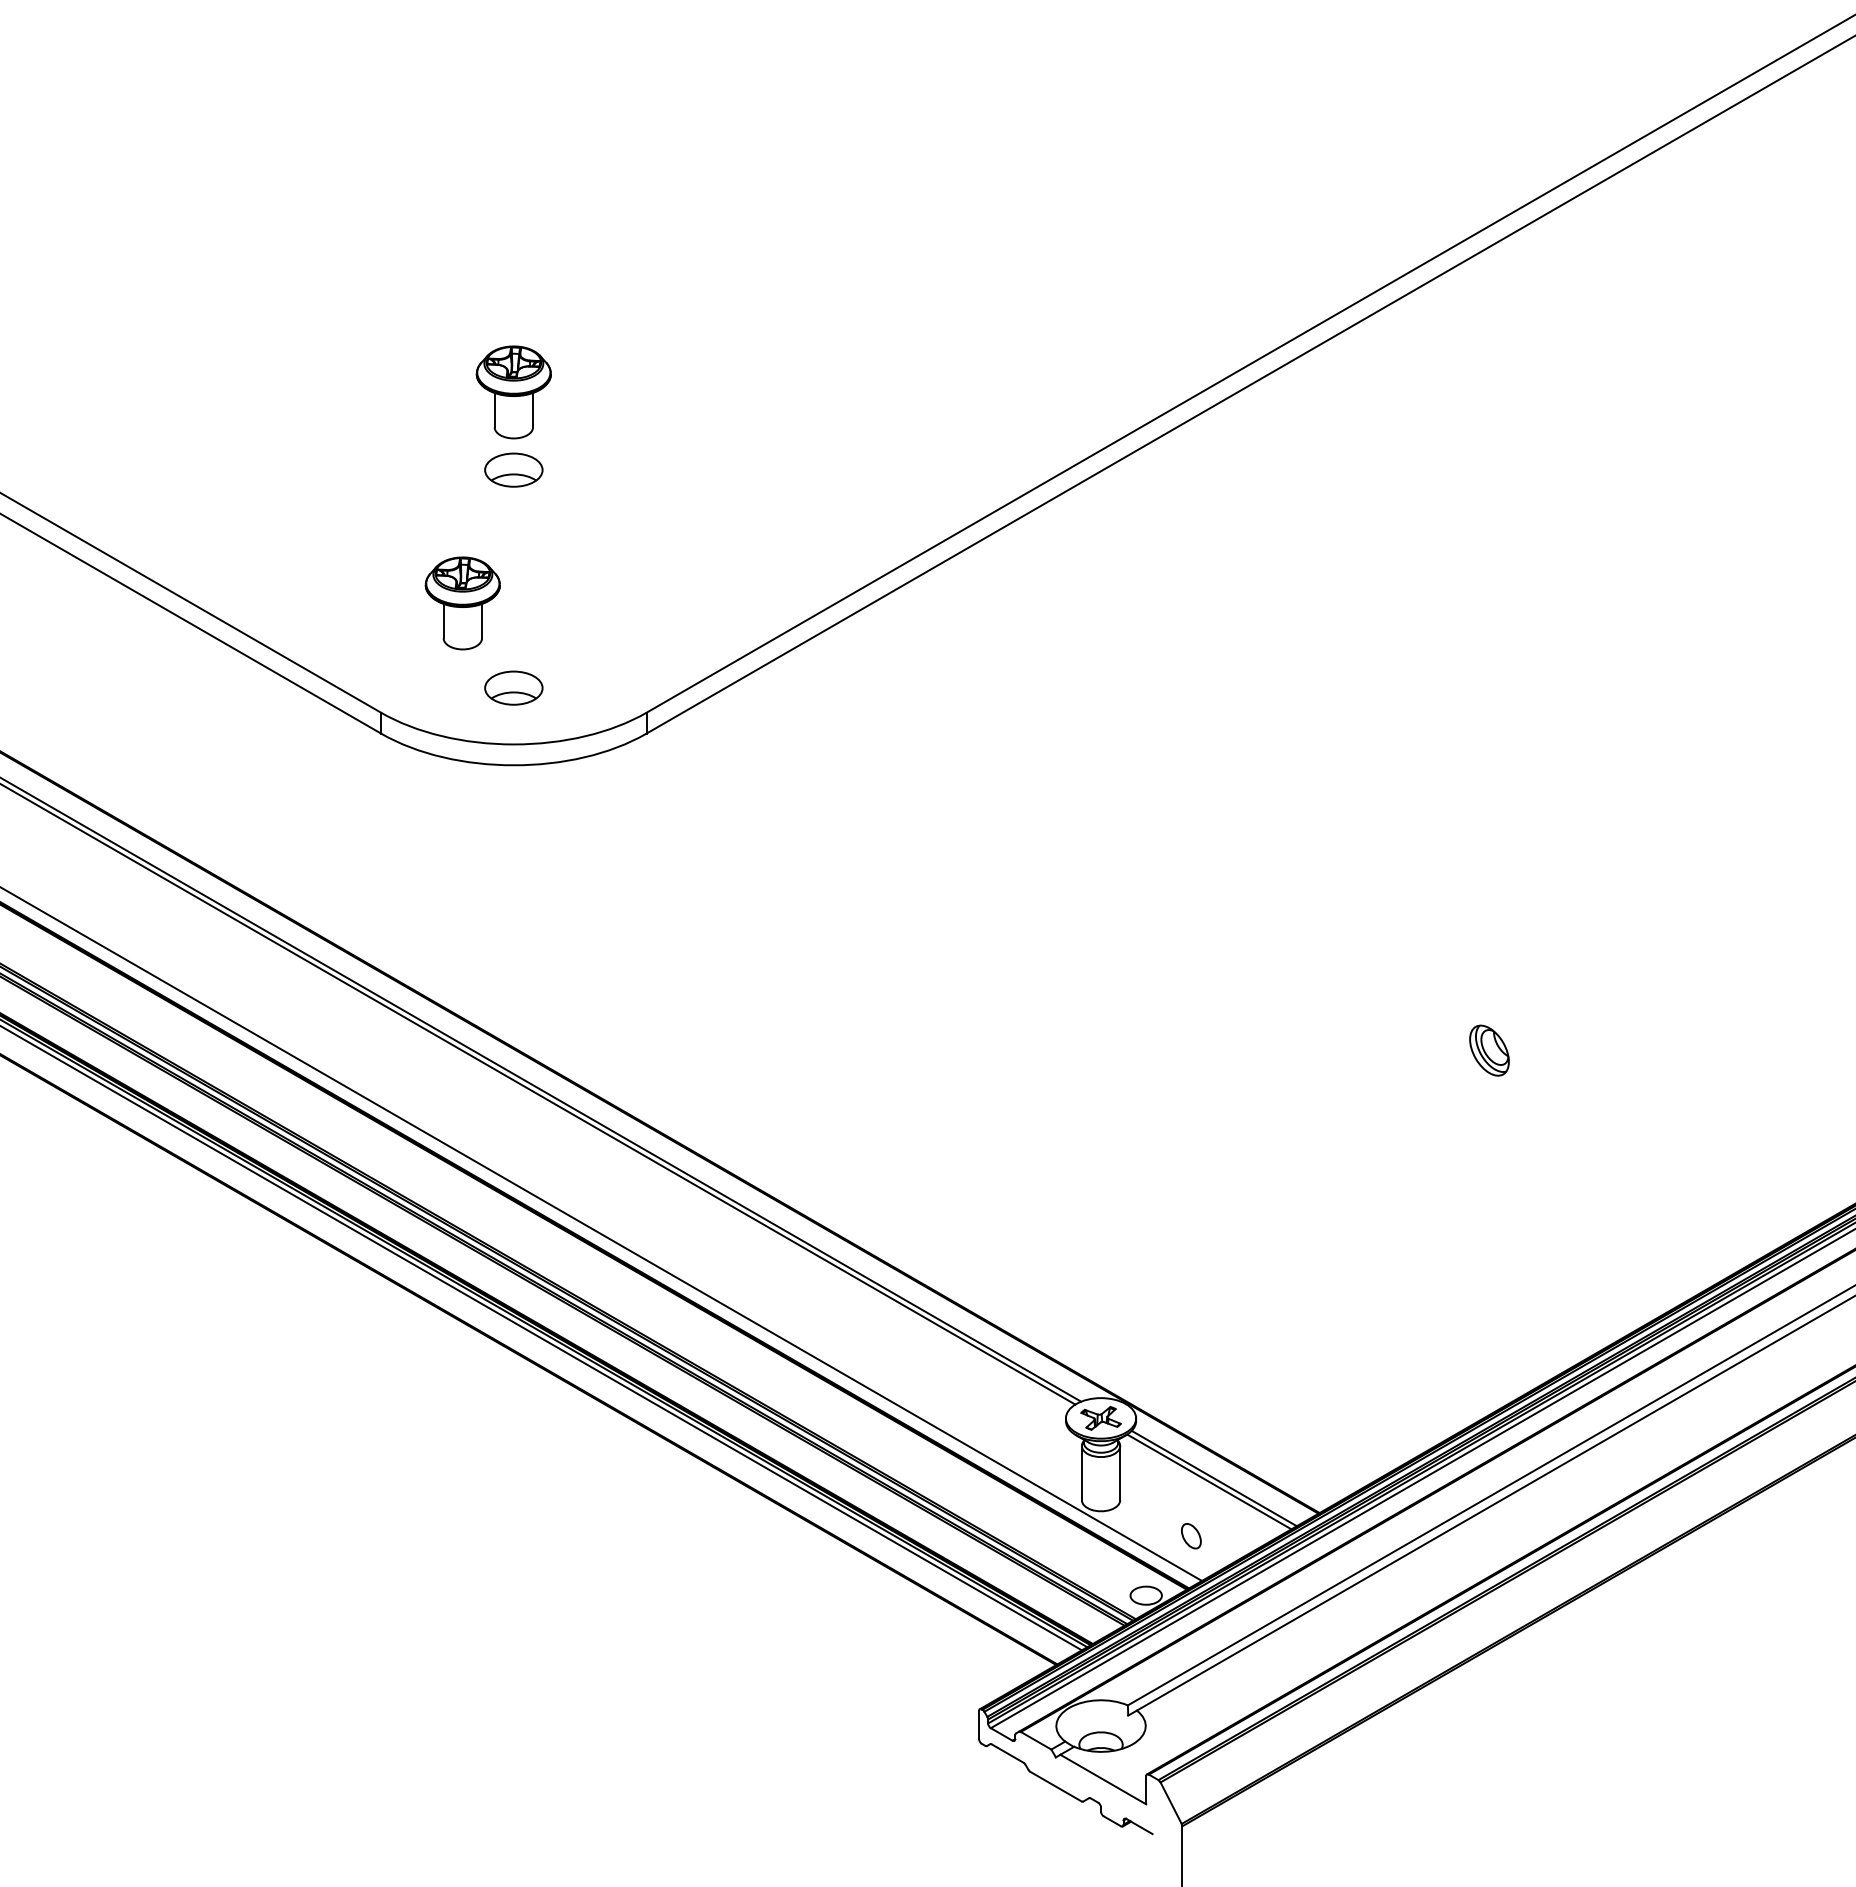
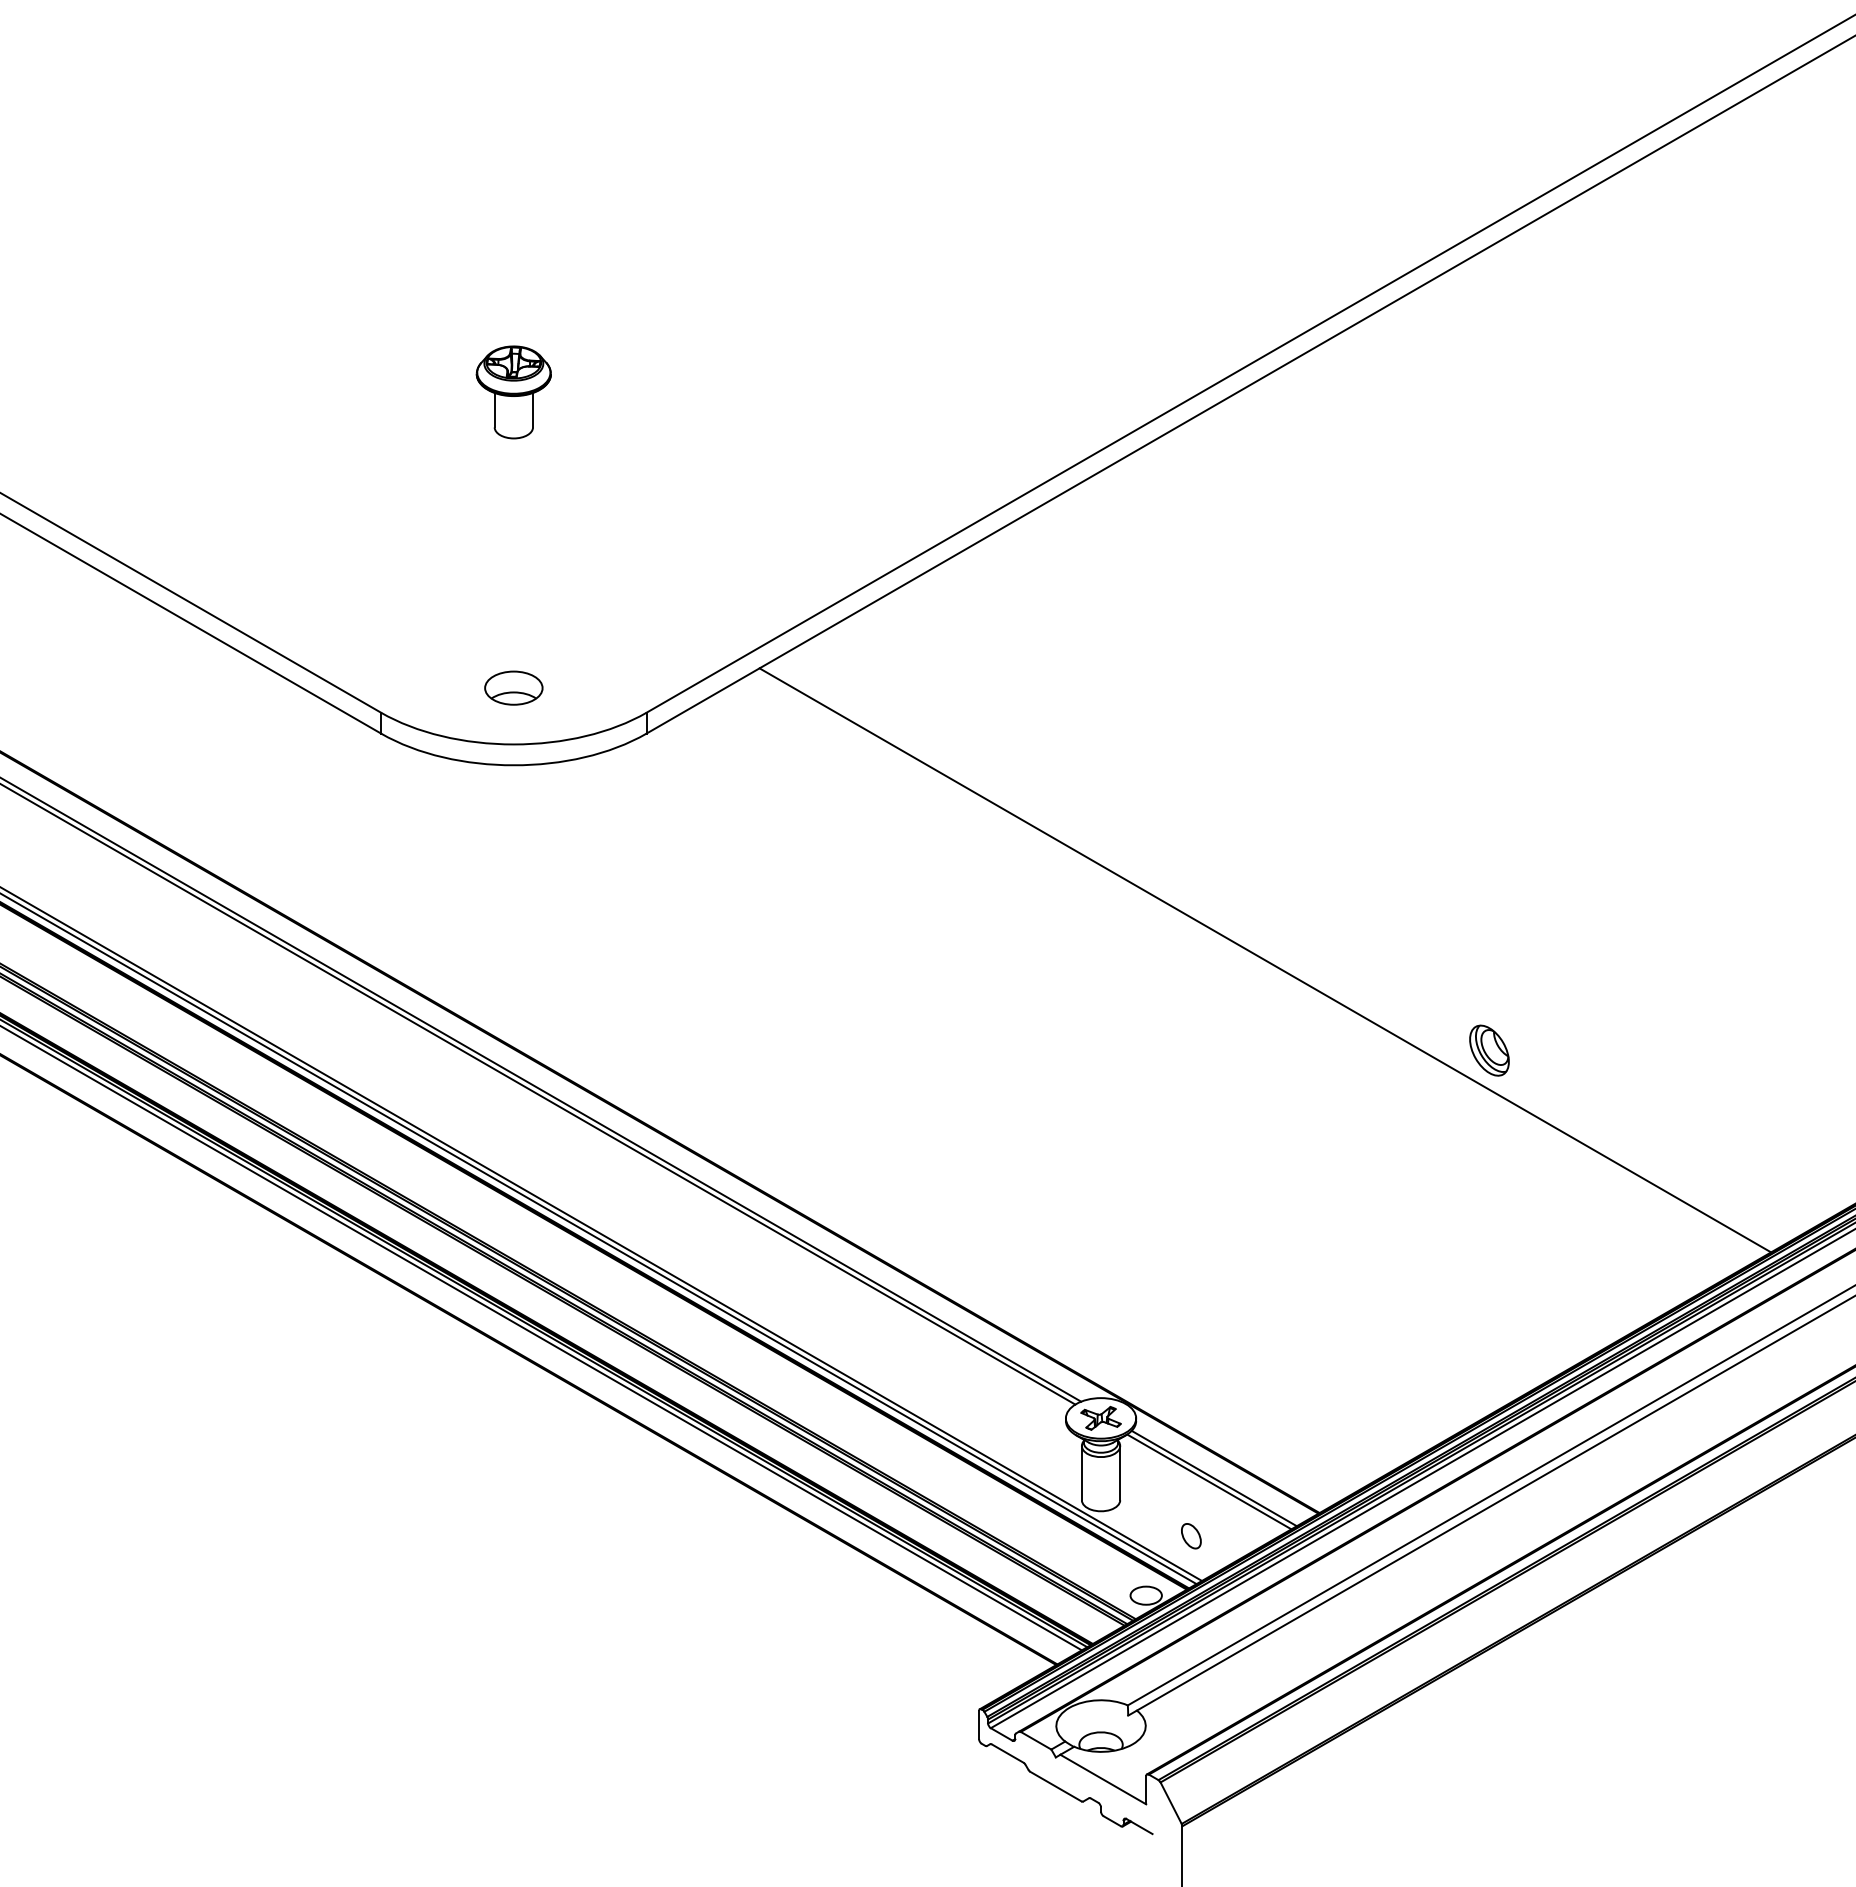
part at (513, 469): present -> none
part at (462, 603): present -> none
line at (1265, 960): none -> present
line at (599, 1239): none -> present
